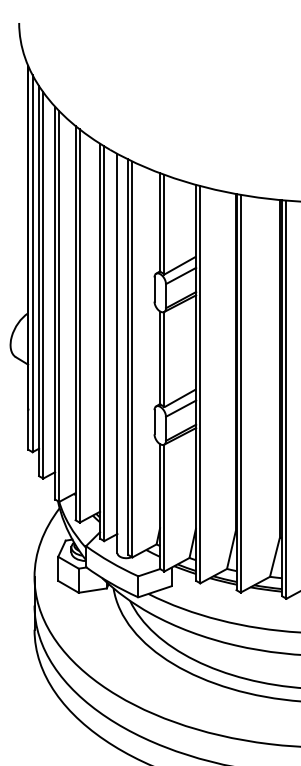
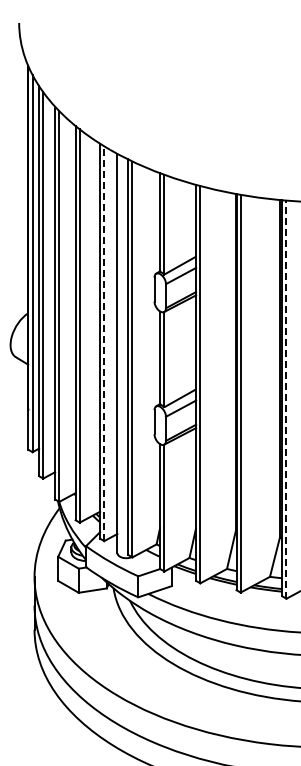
line at (104, 343): solid -> dashed
line at (286, 399): solid -> dashed
